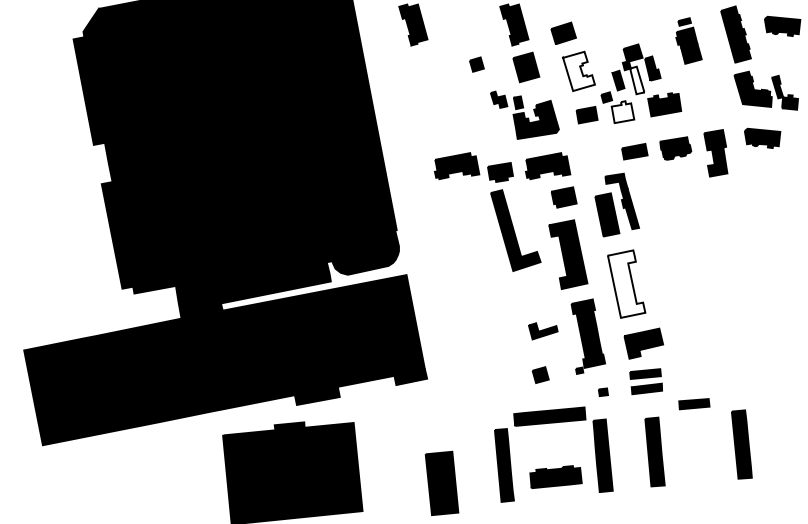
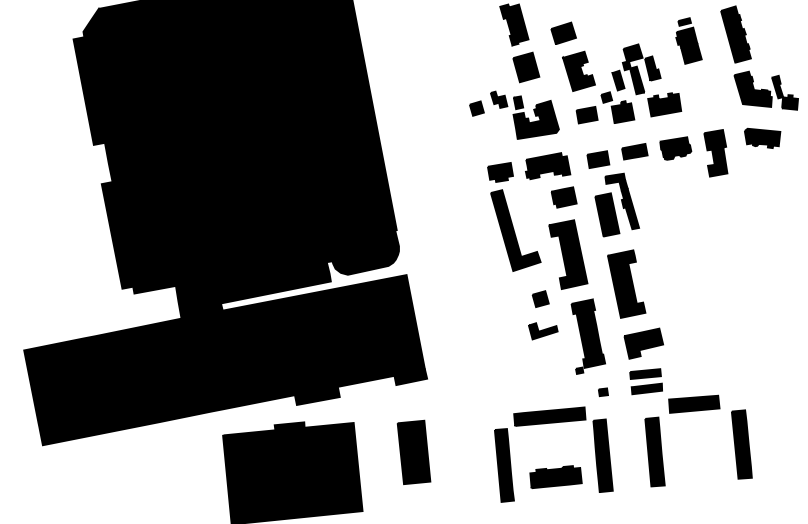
part at (413, 24): present -> none
part at (782, 25): present -> none
part at (476, 64) position: (476, 64) -> (476, 108)
fill at (578, 71): none -> present
fill at (637, 80): none -> present
fill at (622, 112): none -> present
part at (598, 159): none -> present
part at (457, 165): present -> none
fill at (626, 283): none -> present
part at (540, 374) position: (540, 374) -> (540, 298)
part at (694, 404) size: 33x13 px -> 53x20 px
part at (441, 482) position: (441, 482) -> (413, 451)
